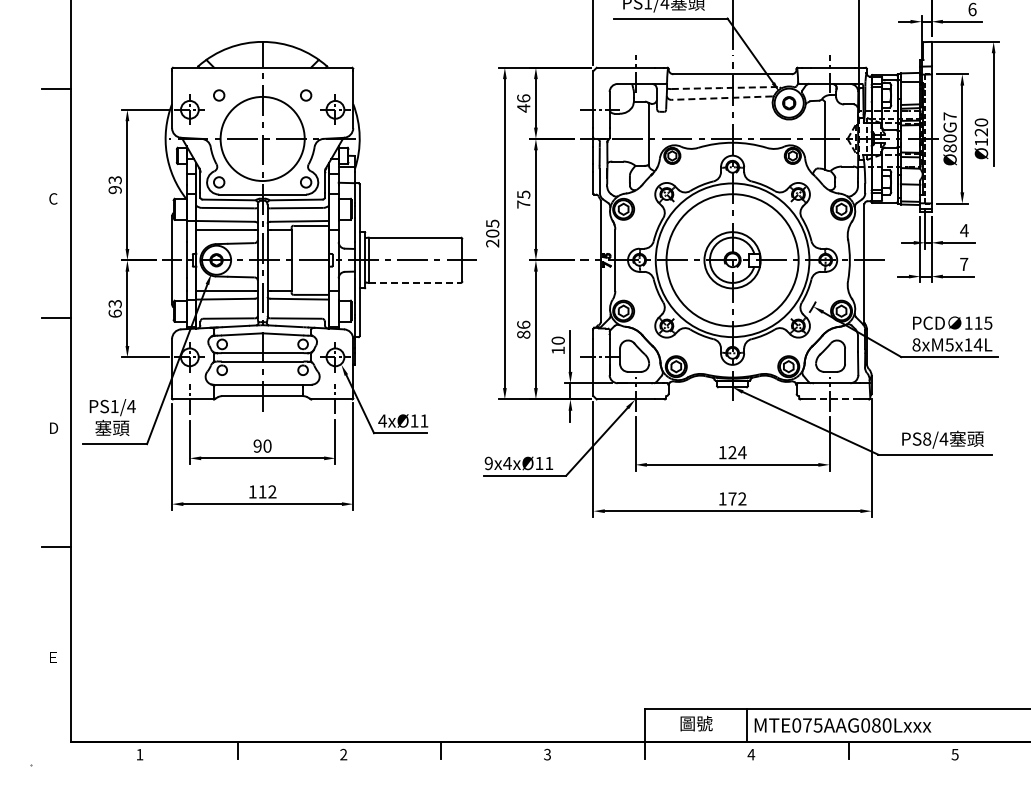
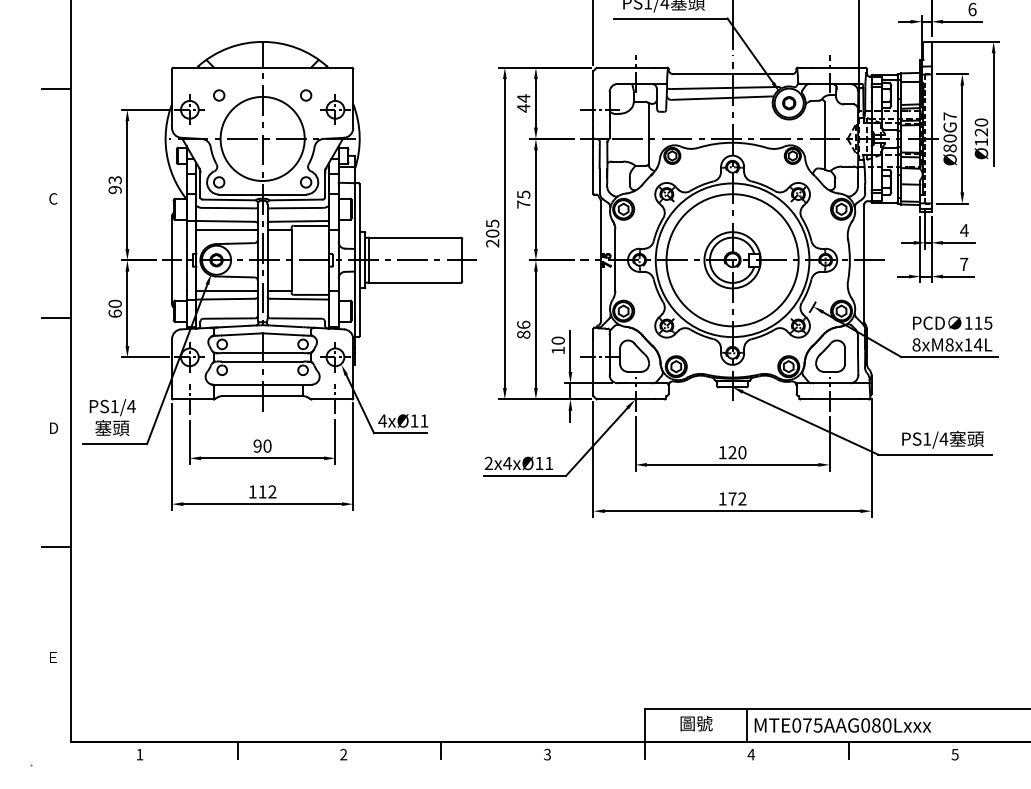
line at (725, 88): dashed -> solid
text at (523, 98): 46 -> 44
line at (722, 98): dashed -> solid
line at (415, 282): dashed -> solid
text at (114, 303): 63 -> 60
text at (949, 344): 8xM5x14L -> 8xM8x14L
line at (835, 399): dashed -> solid
text at (927, 438): PS8/4 -> PS1/4
text at (742, 452): 124 -> 120
text at (488, 463): 9x4xØ11 -> 2x4xØ11
